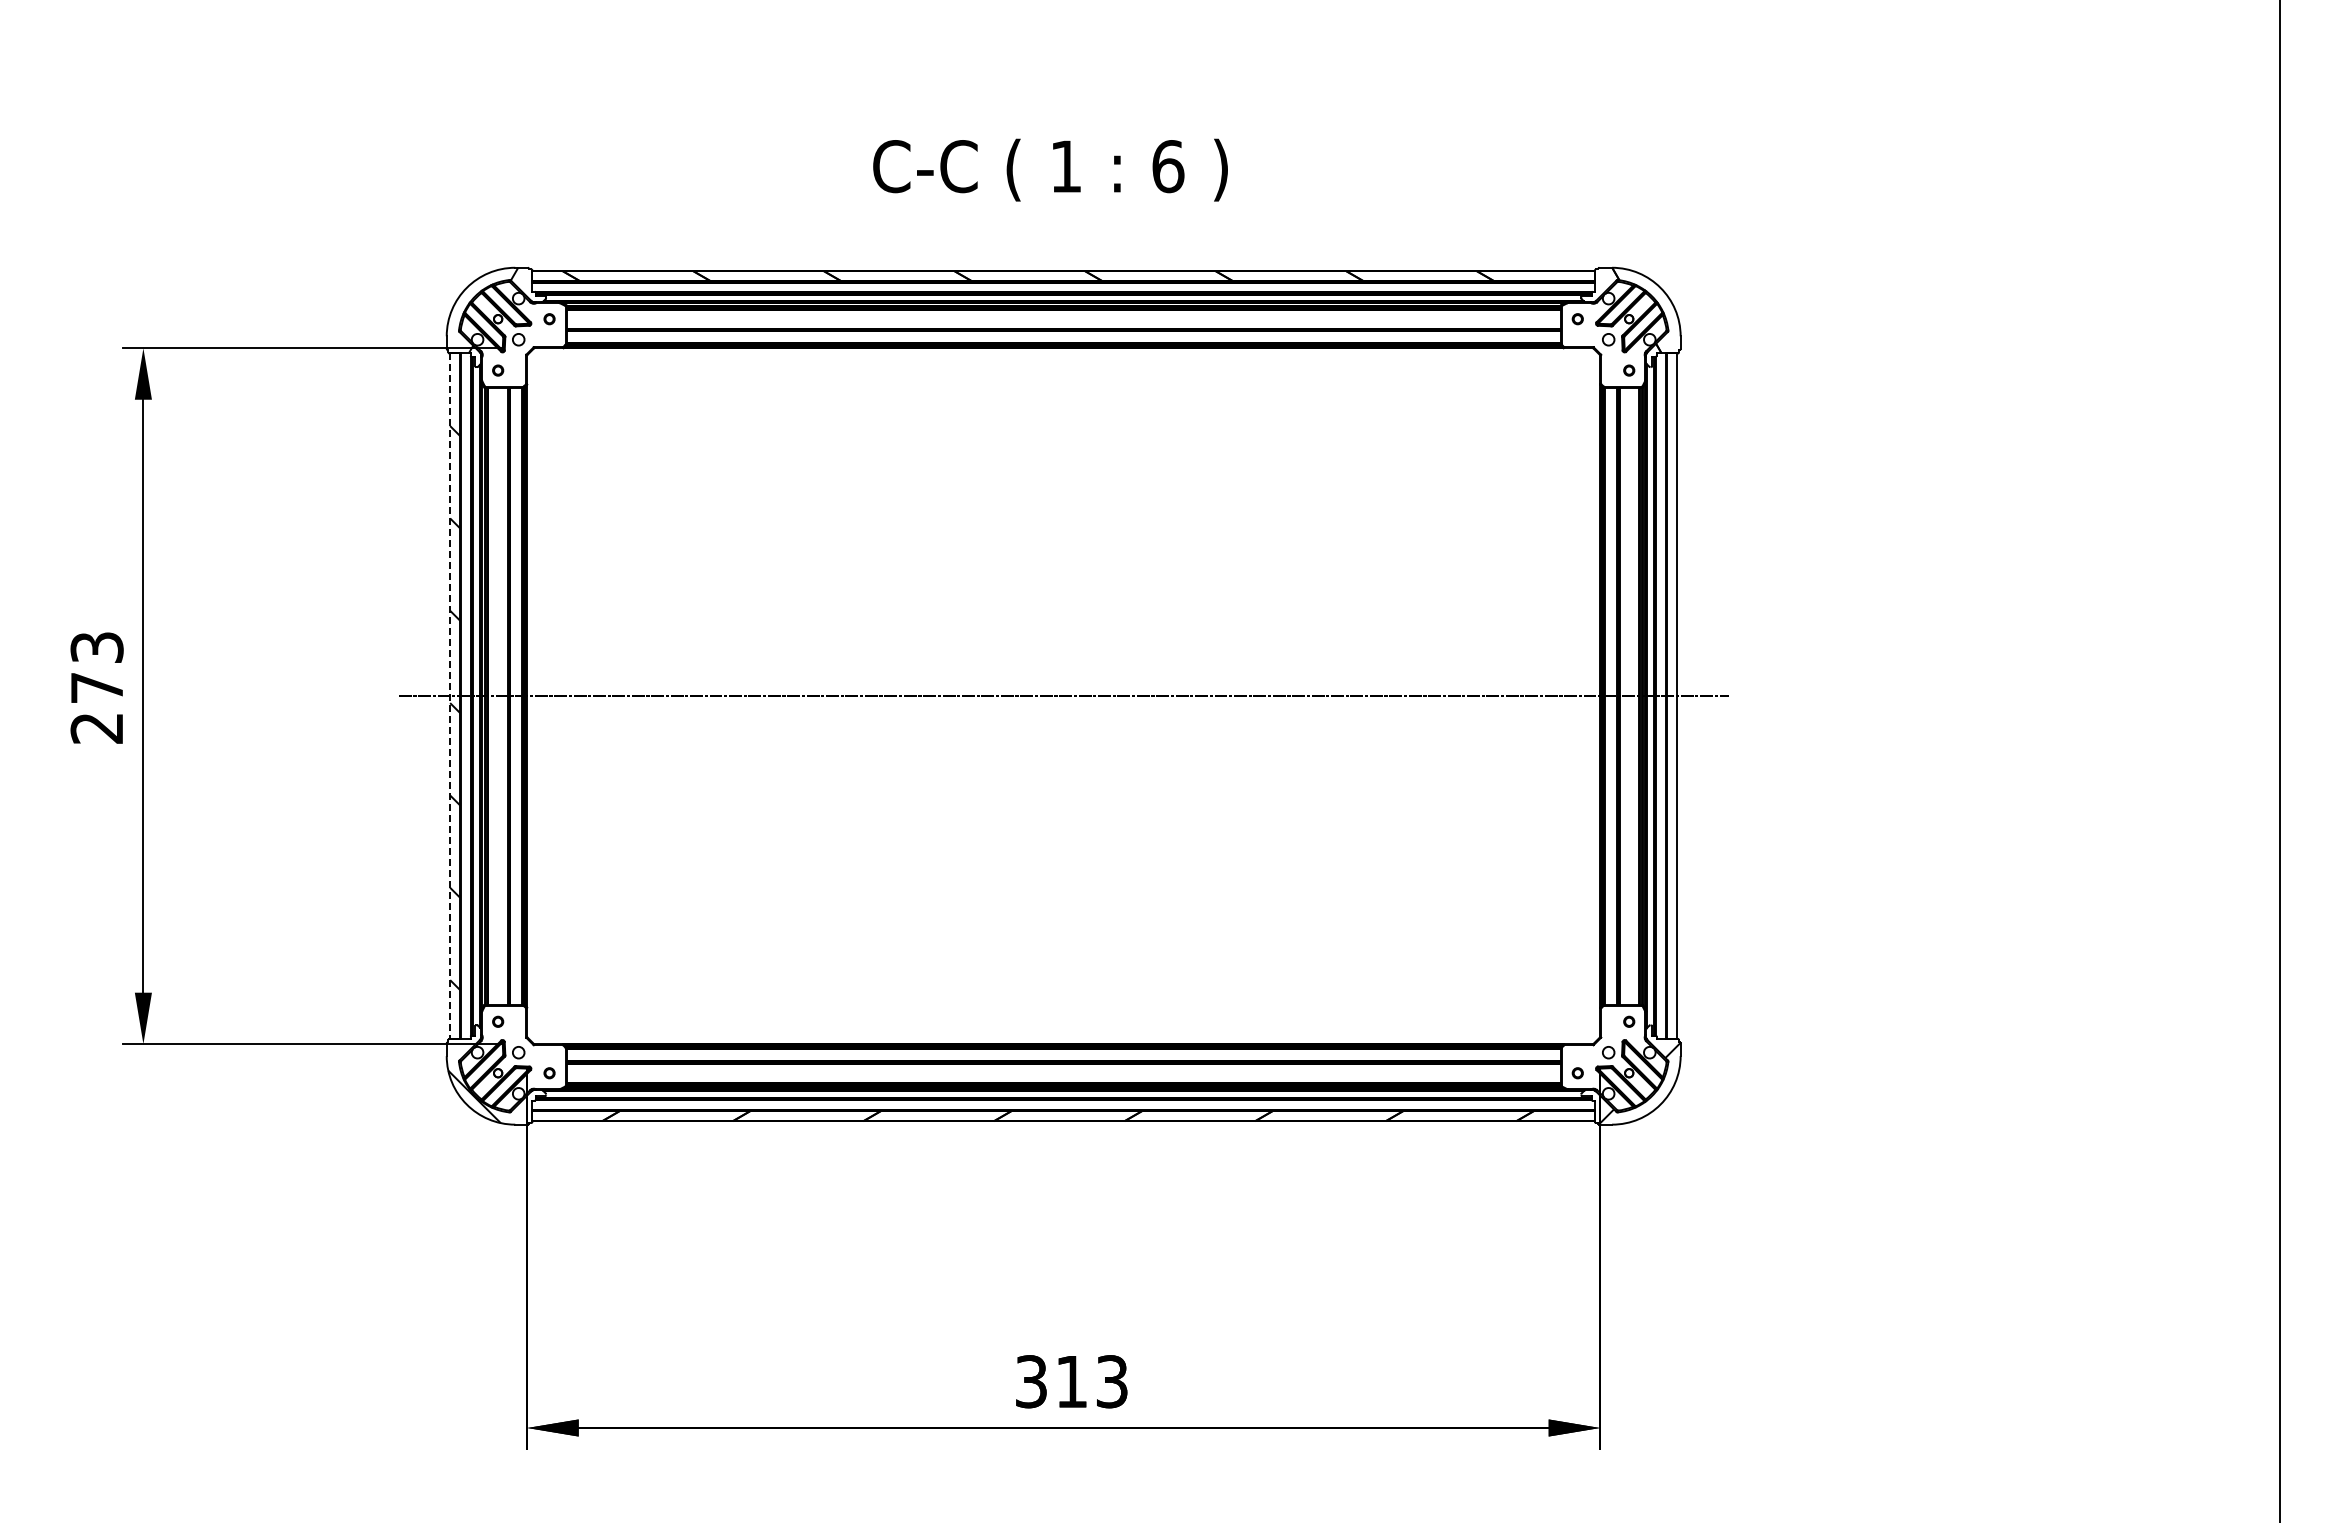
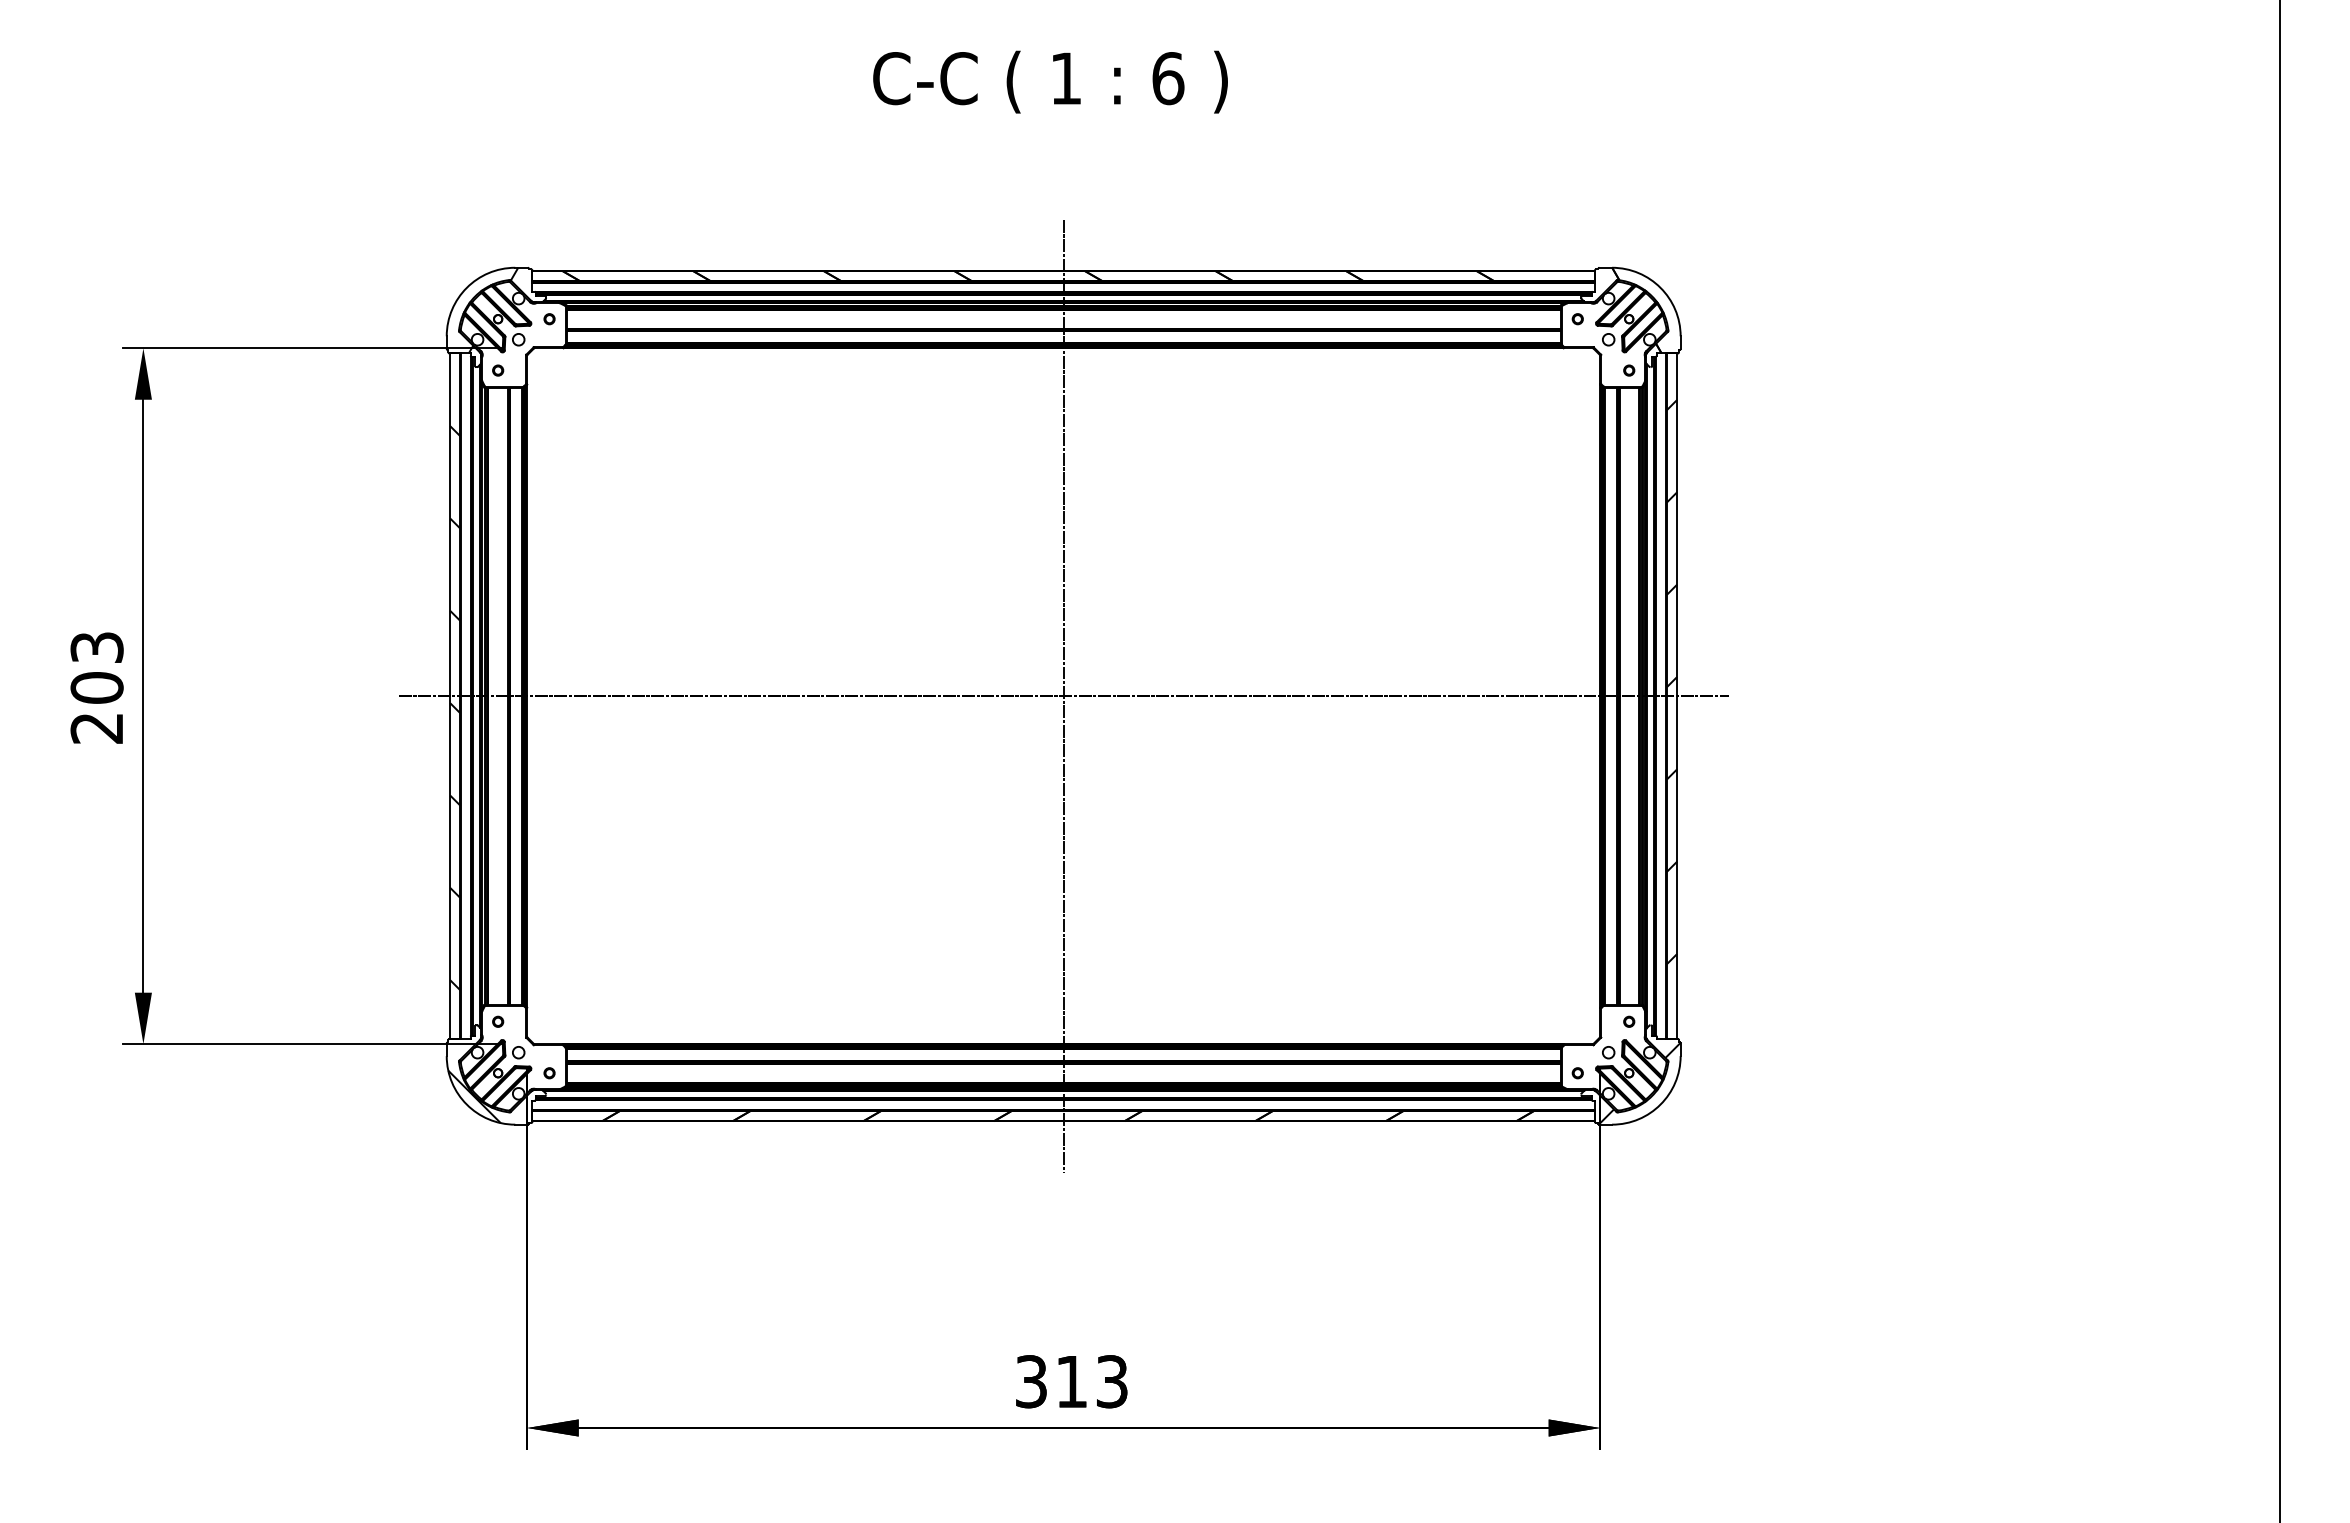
text at (1050, 169) position: (1050, 169) -> (1050, 81)
hatch at (1671, 681): none -> present
text at (96, 687): 273 -> 203
line at (1063, 695): none -> present
line at (450, 696): dashed -> solid
